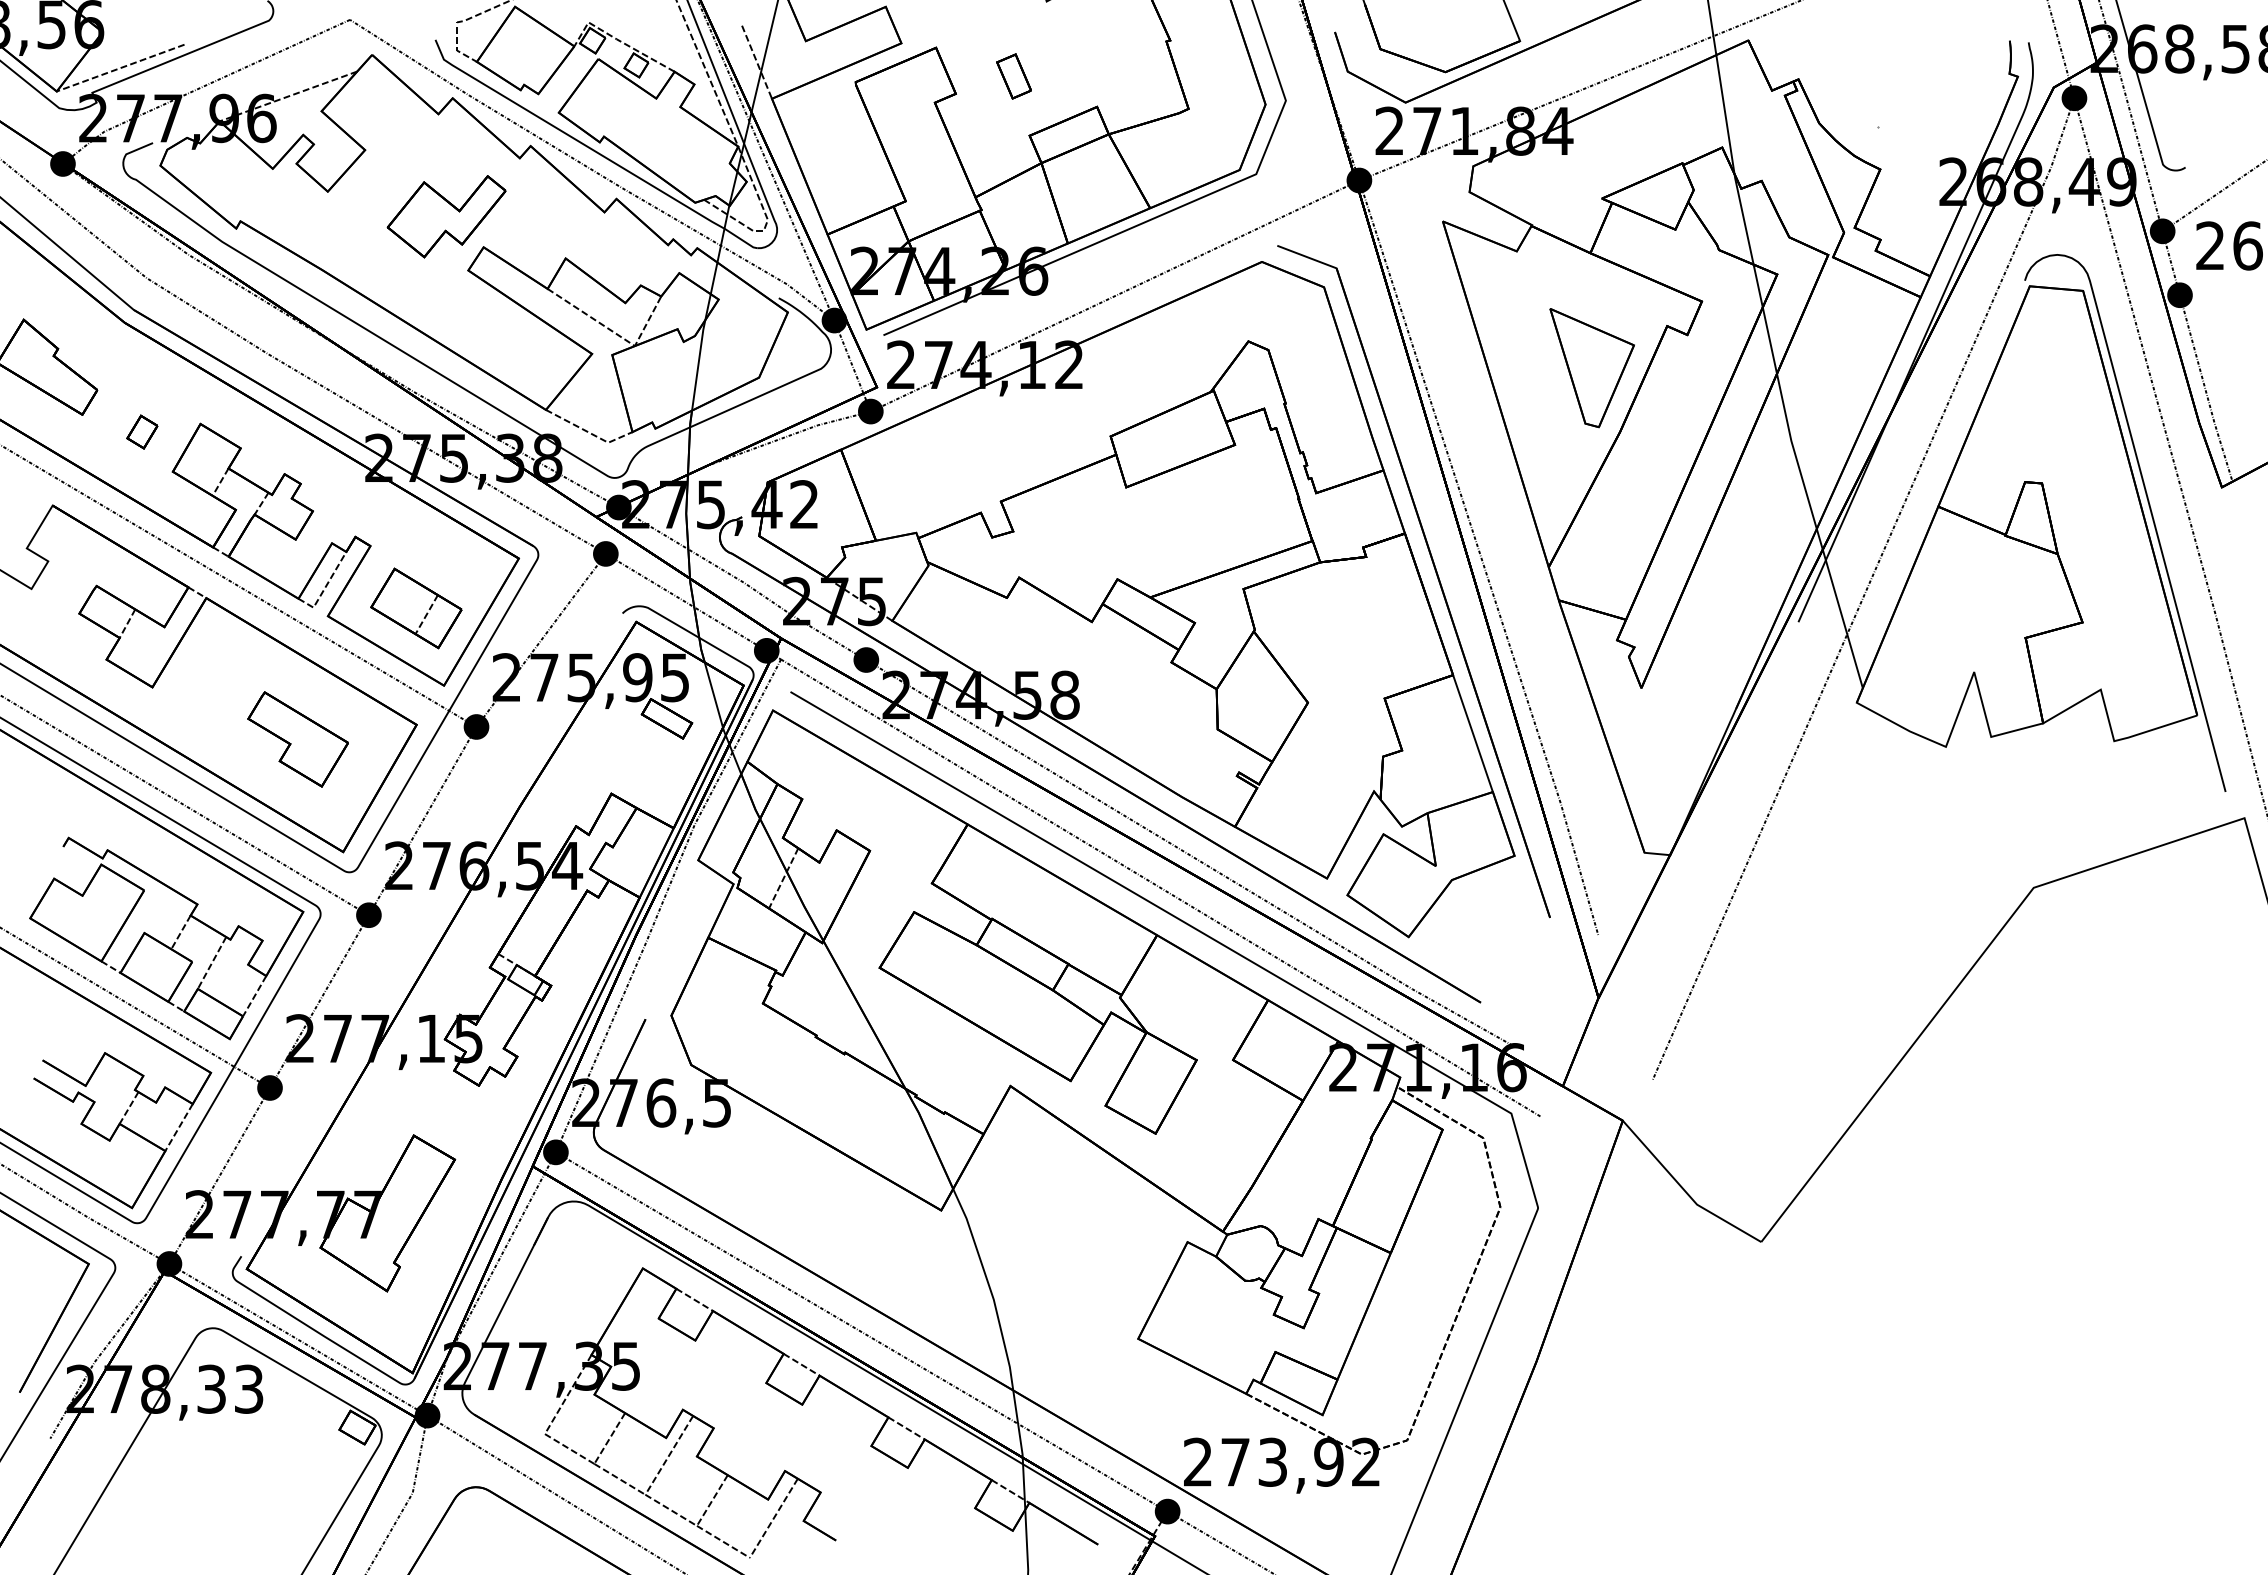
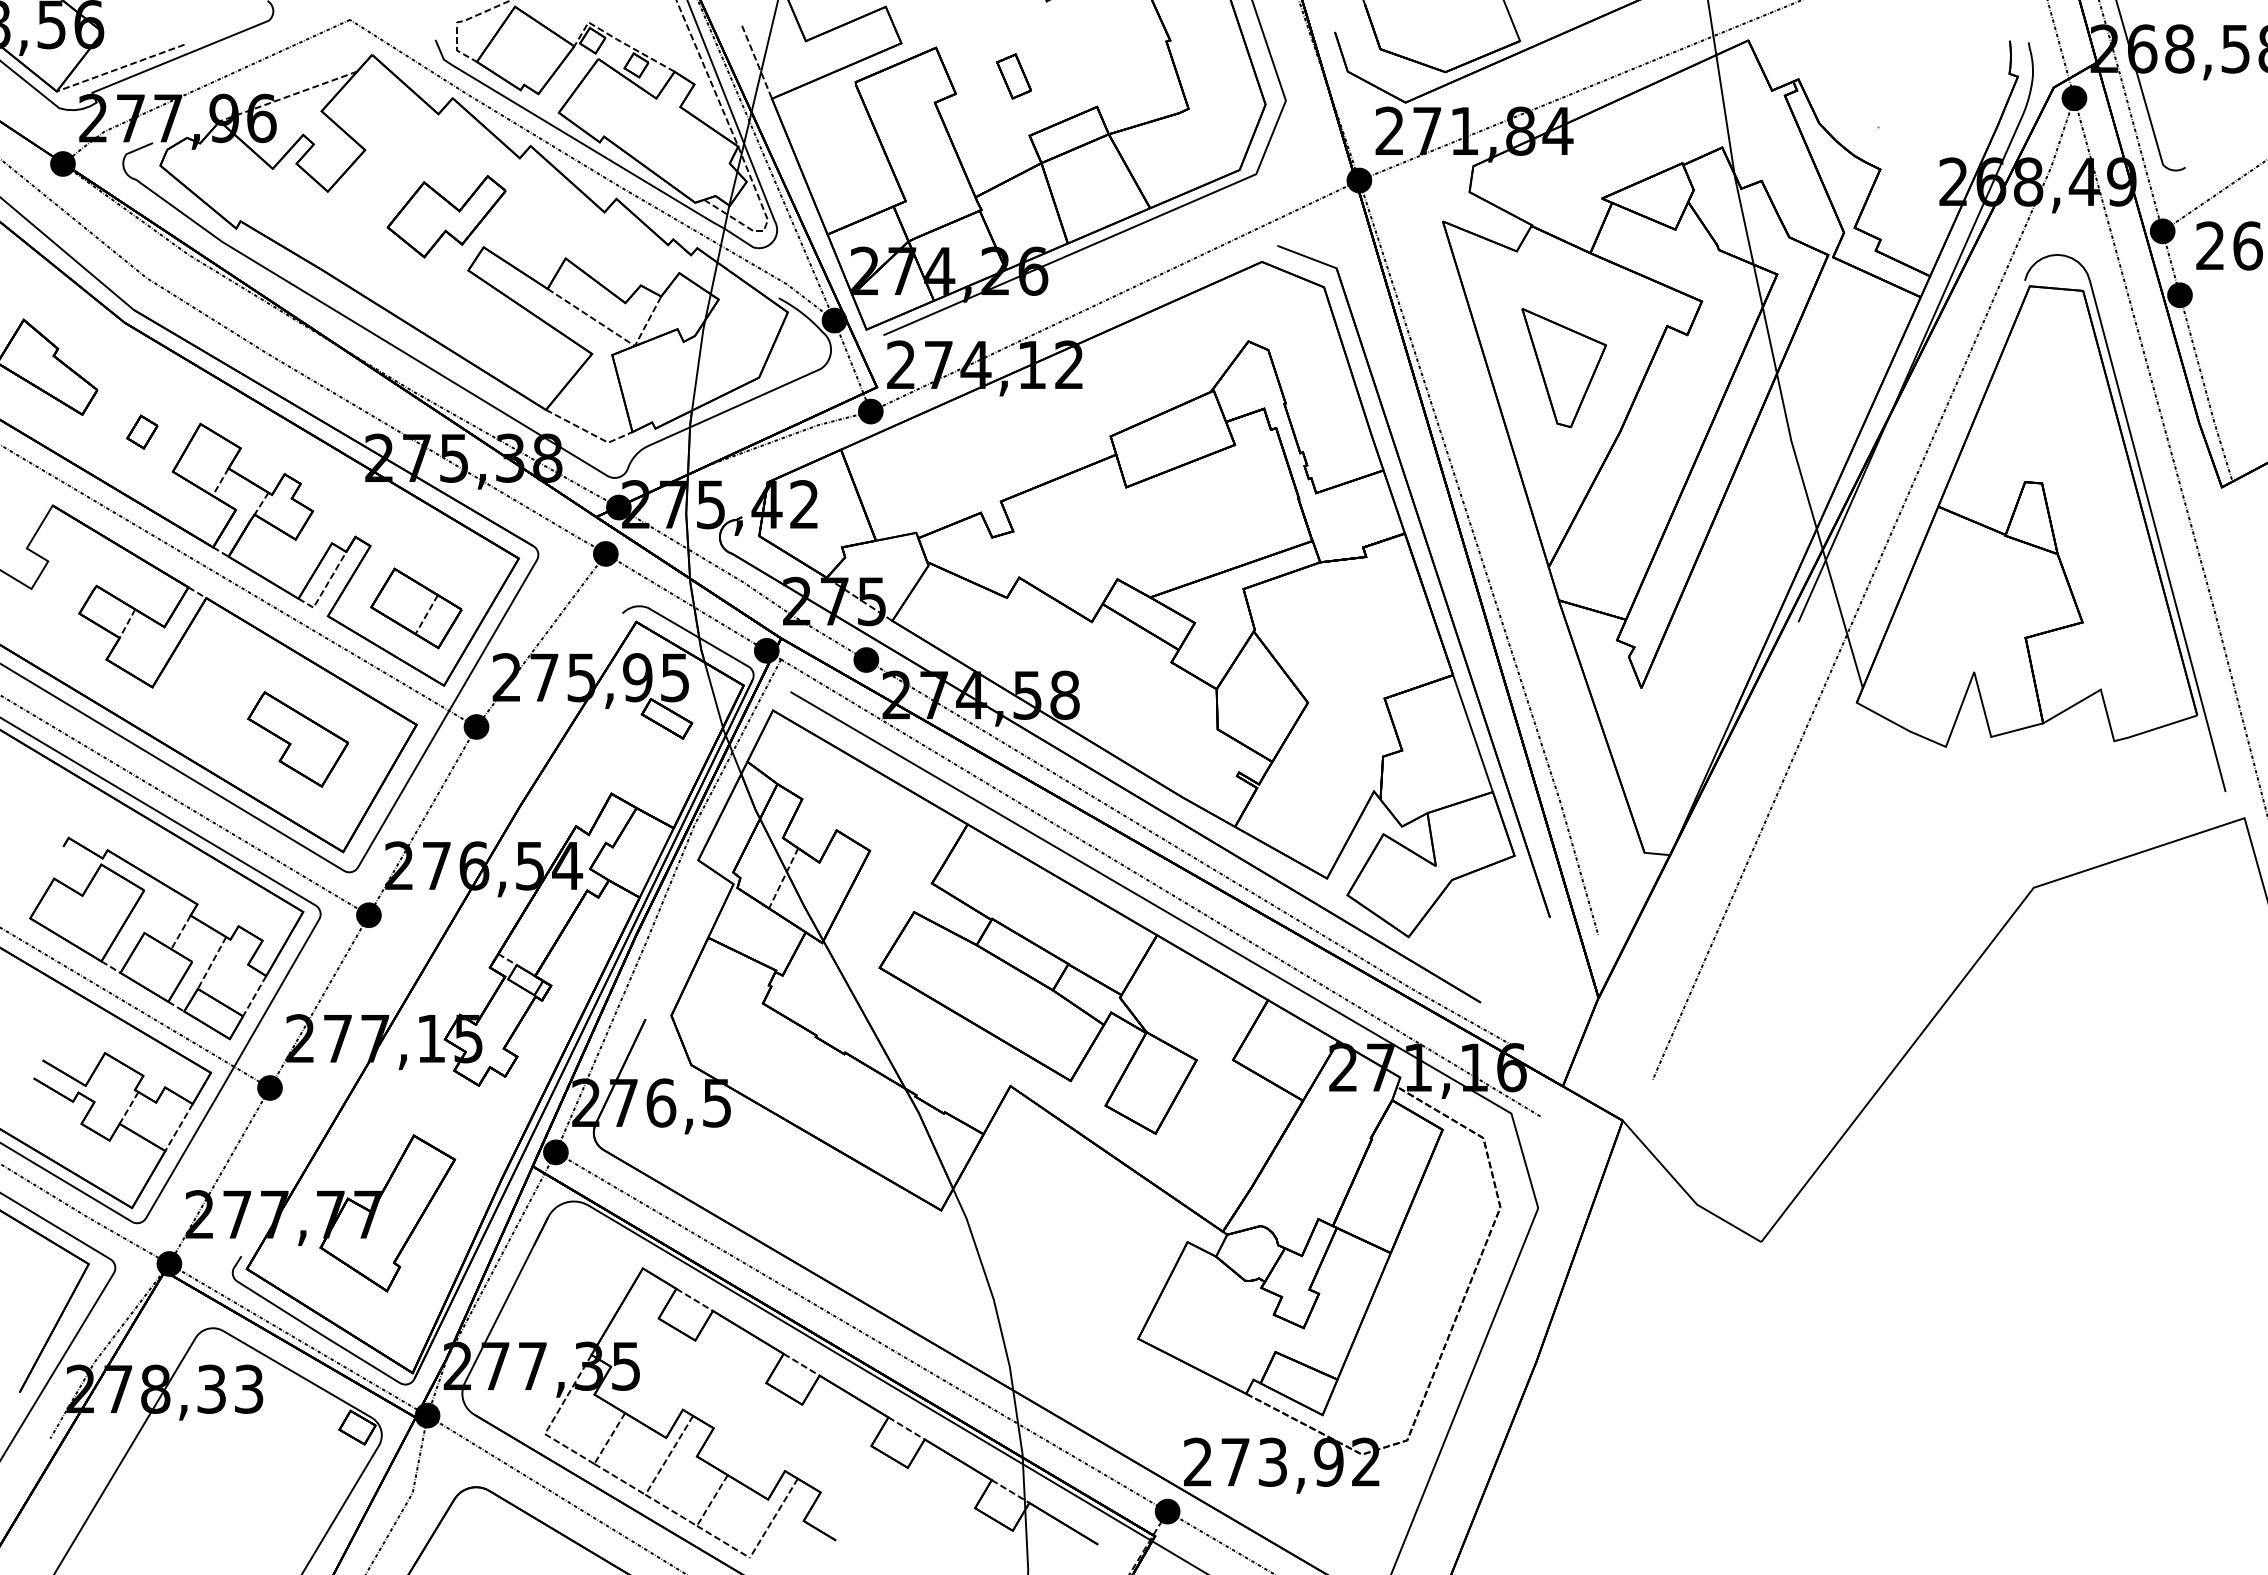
part at (1591, 368) position: (1591, 368) -> (1563, 368)
